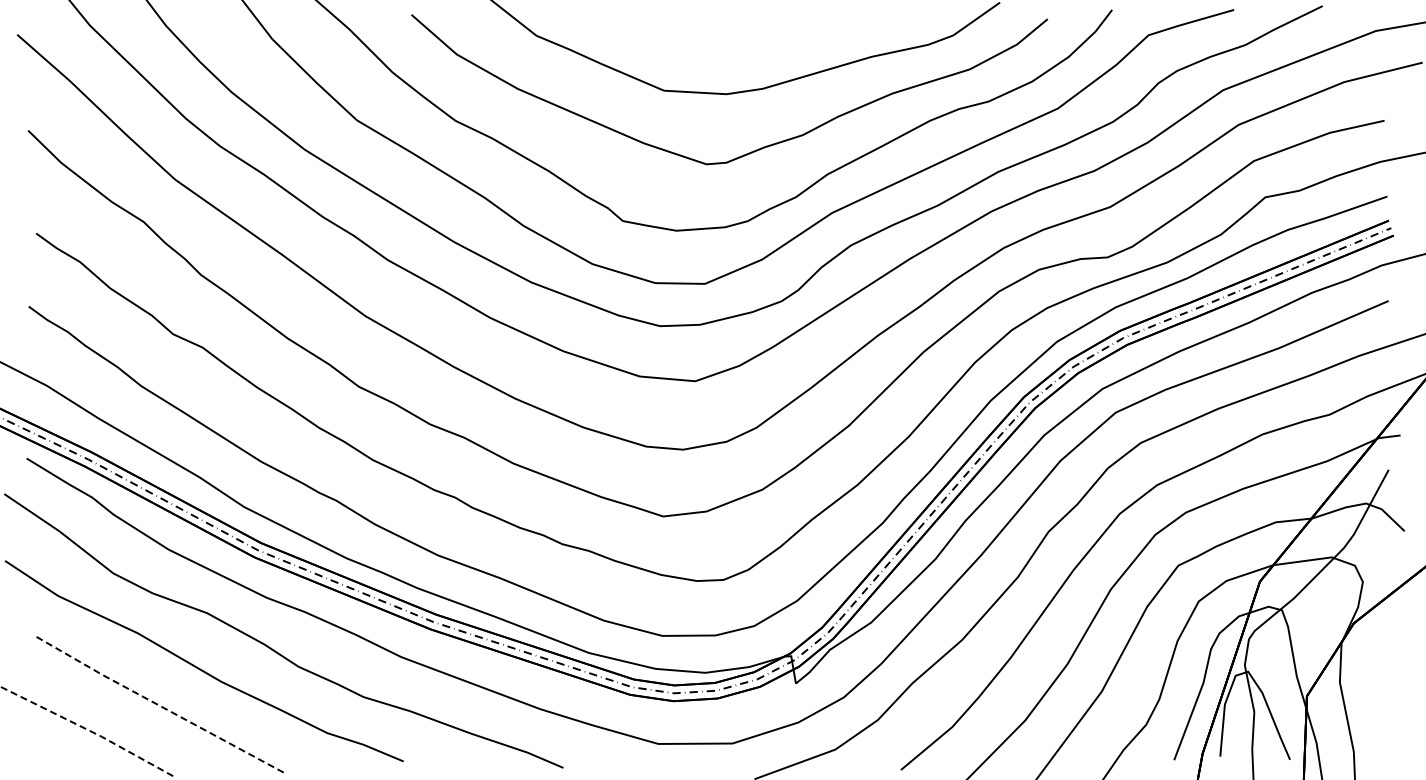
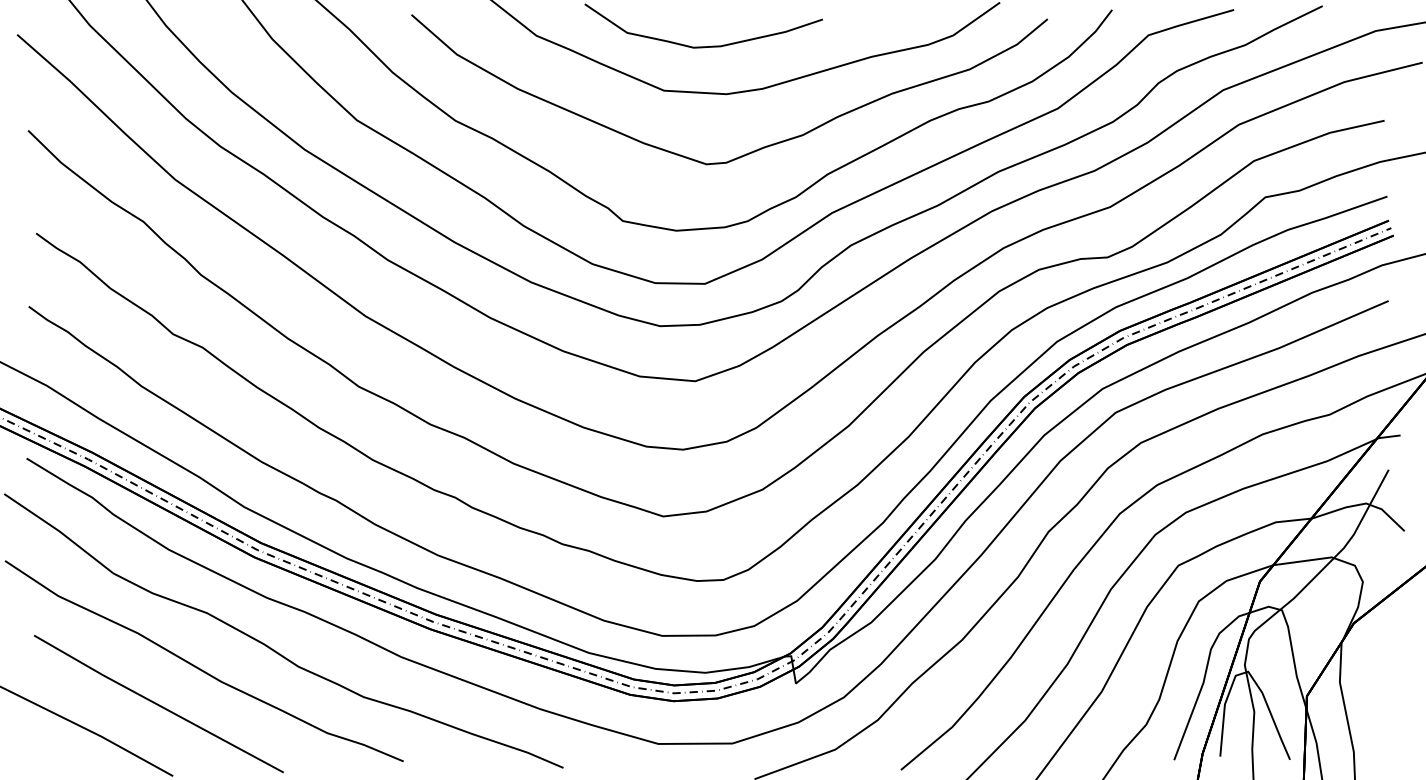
curve at (703, 46): none -> present
line at (157, 704): dashed -> solid
line at (88, 730): dashed -> solid
